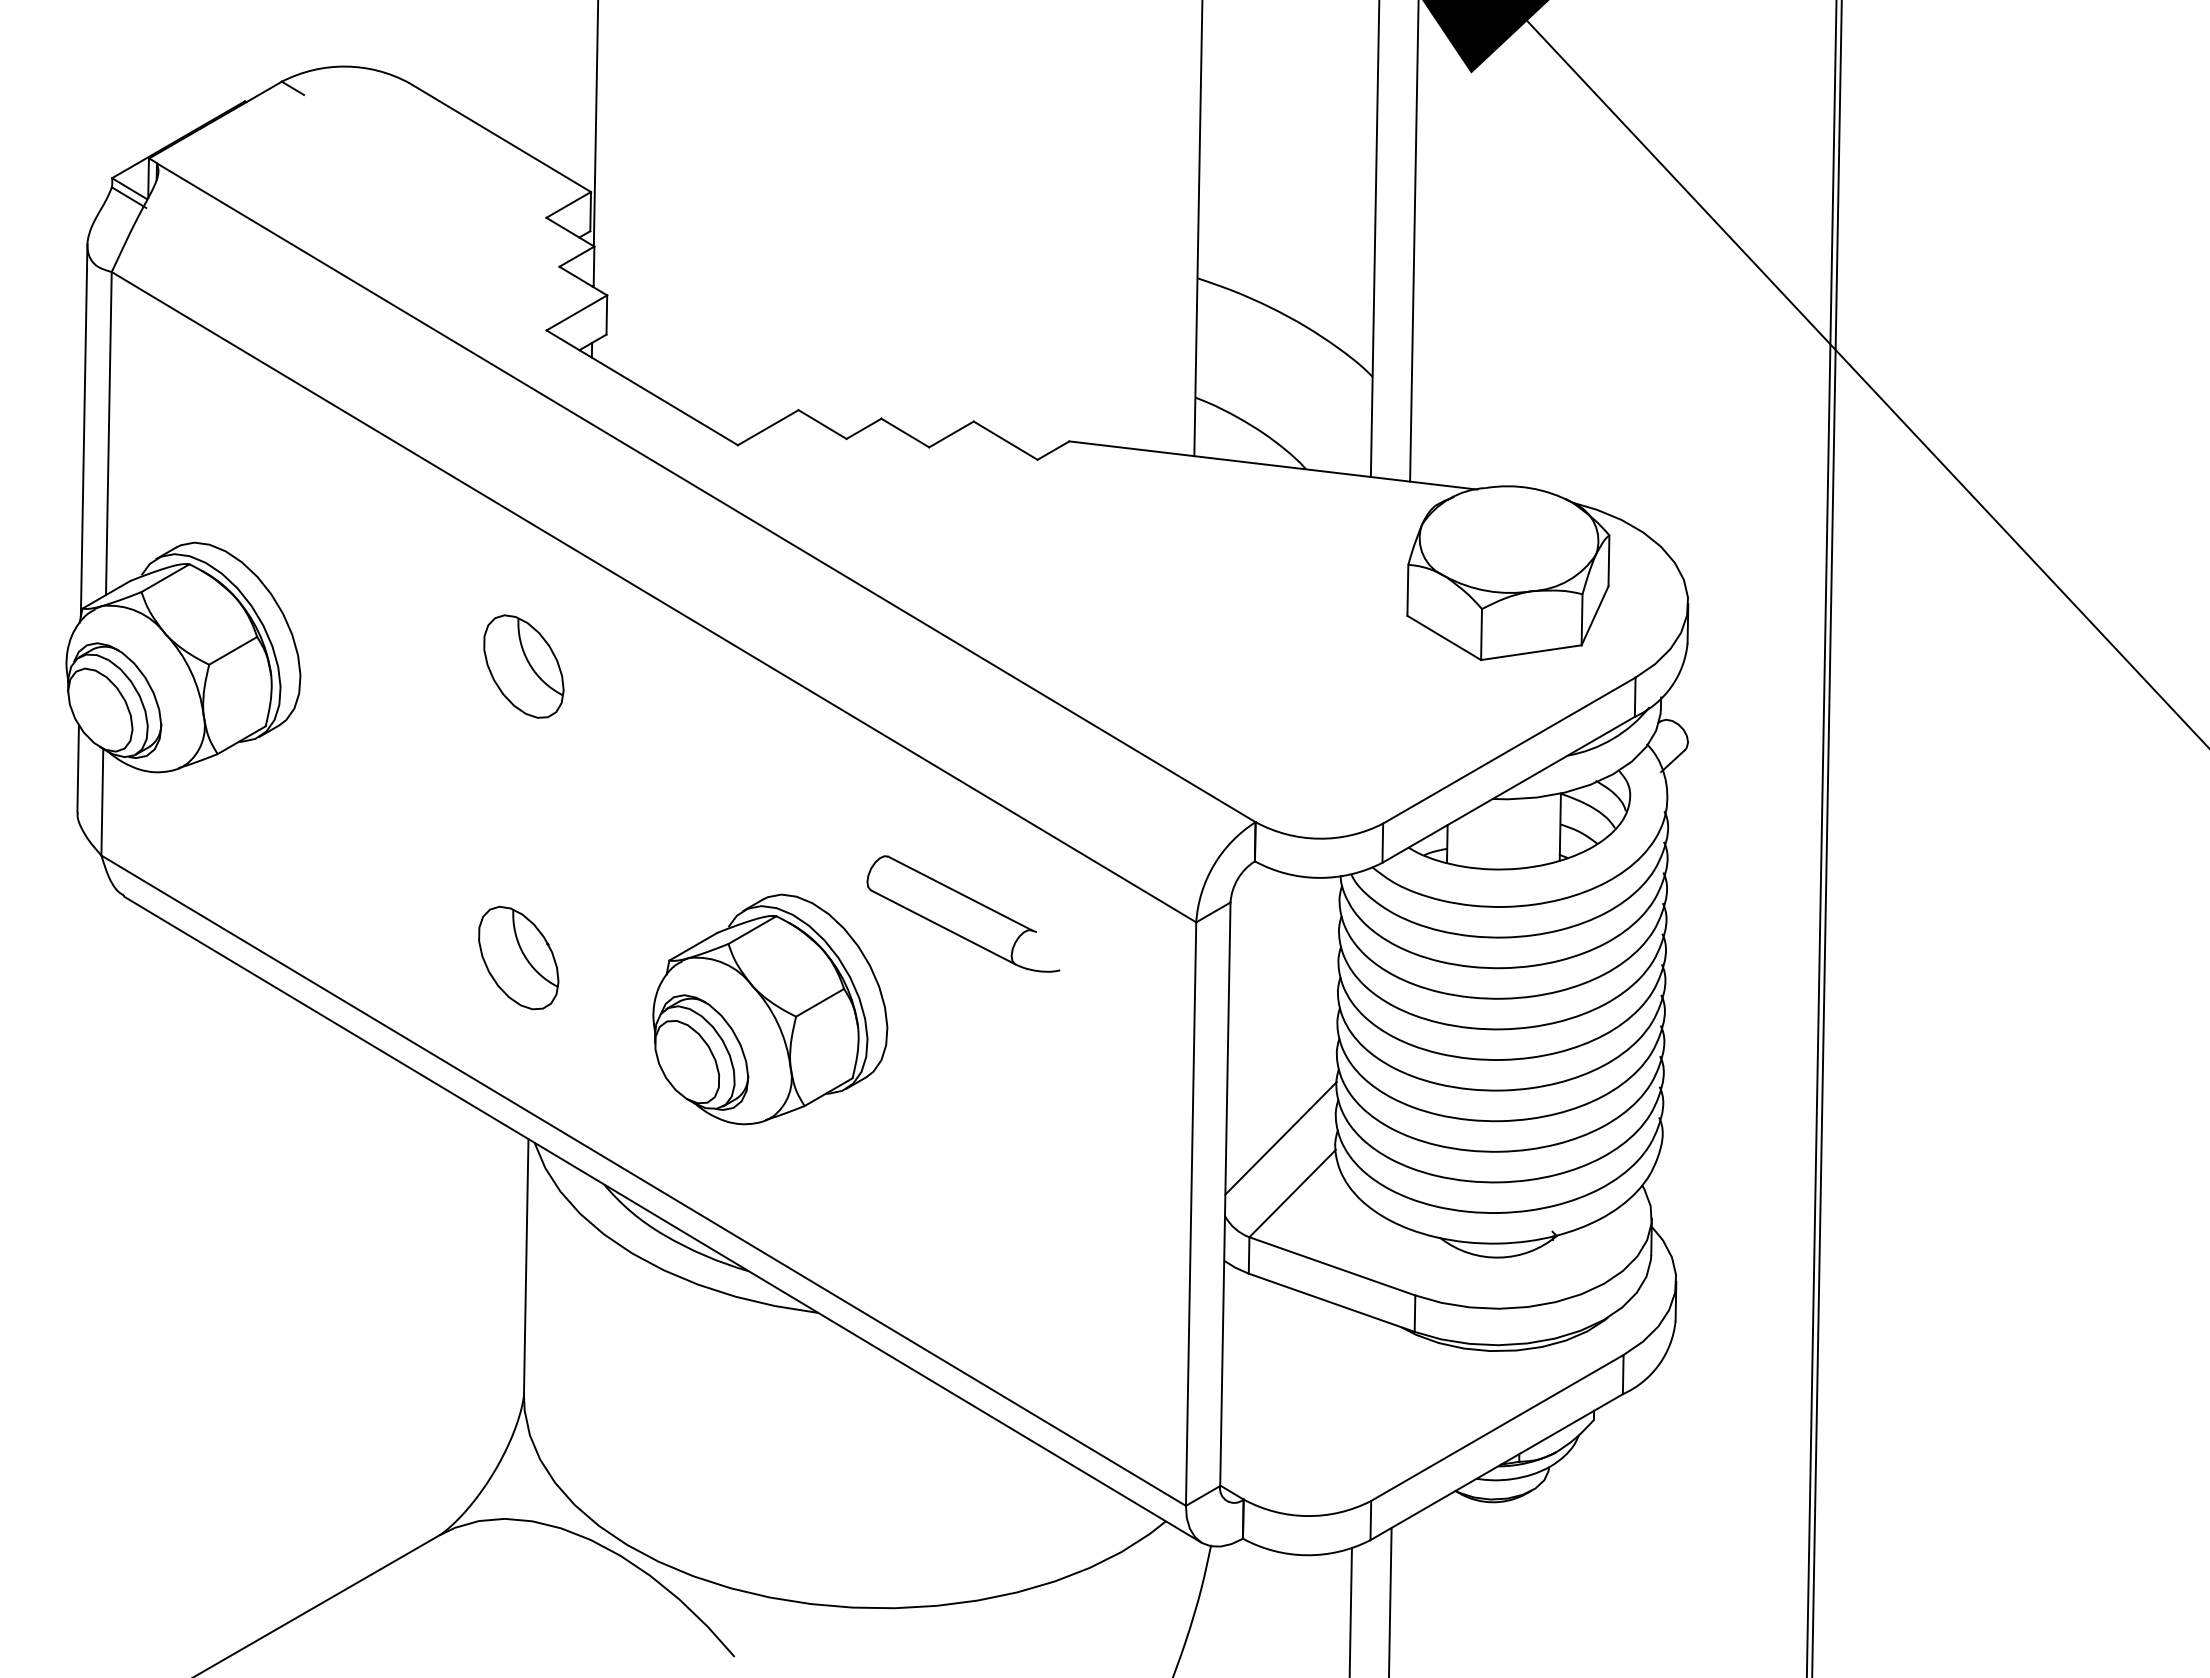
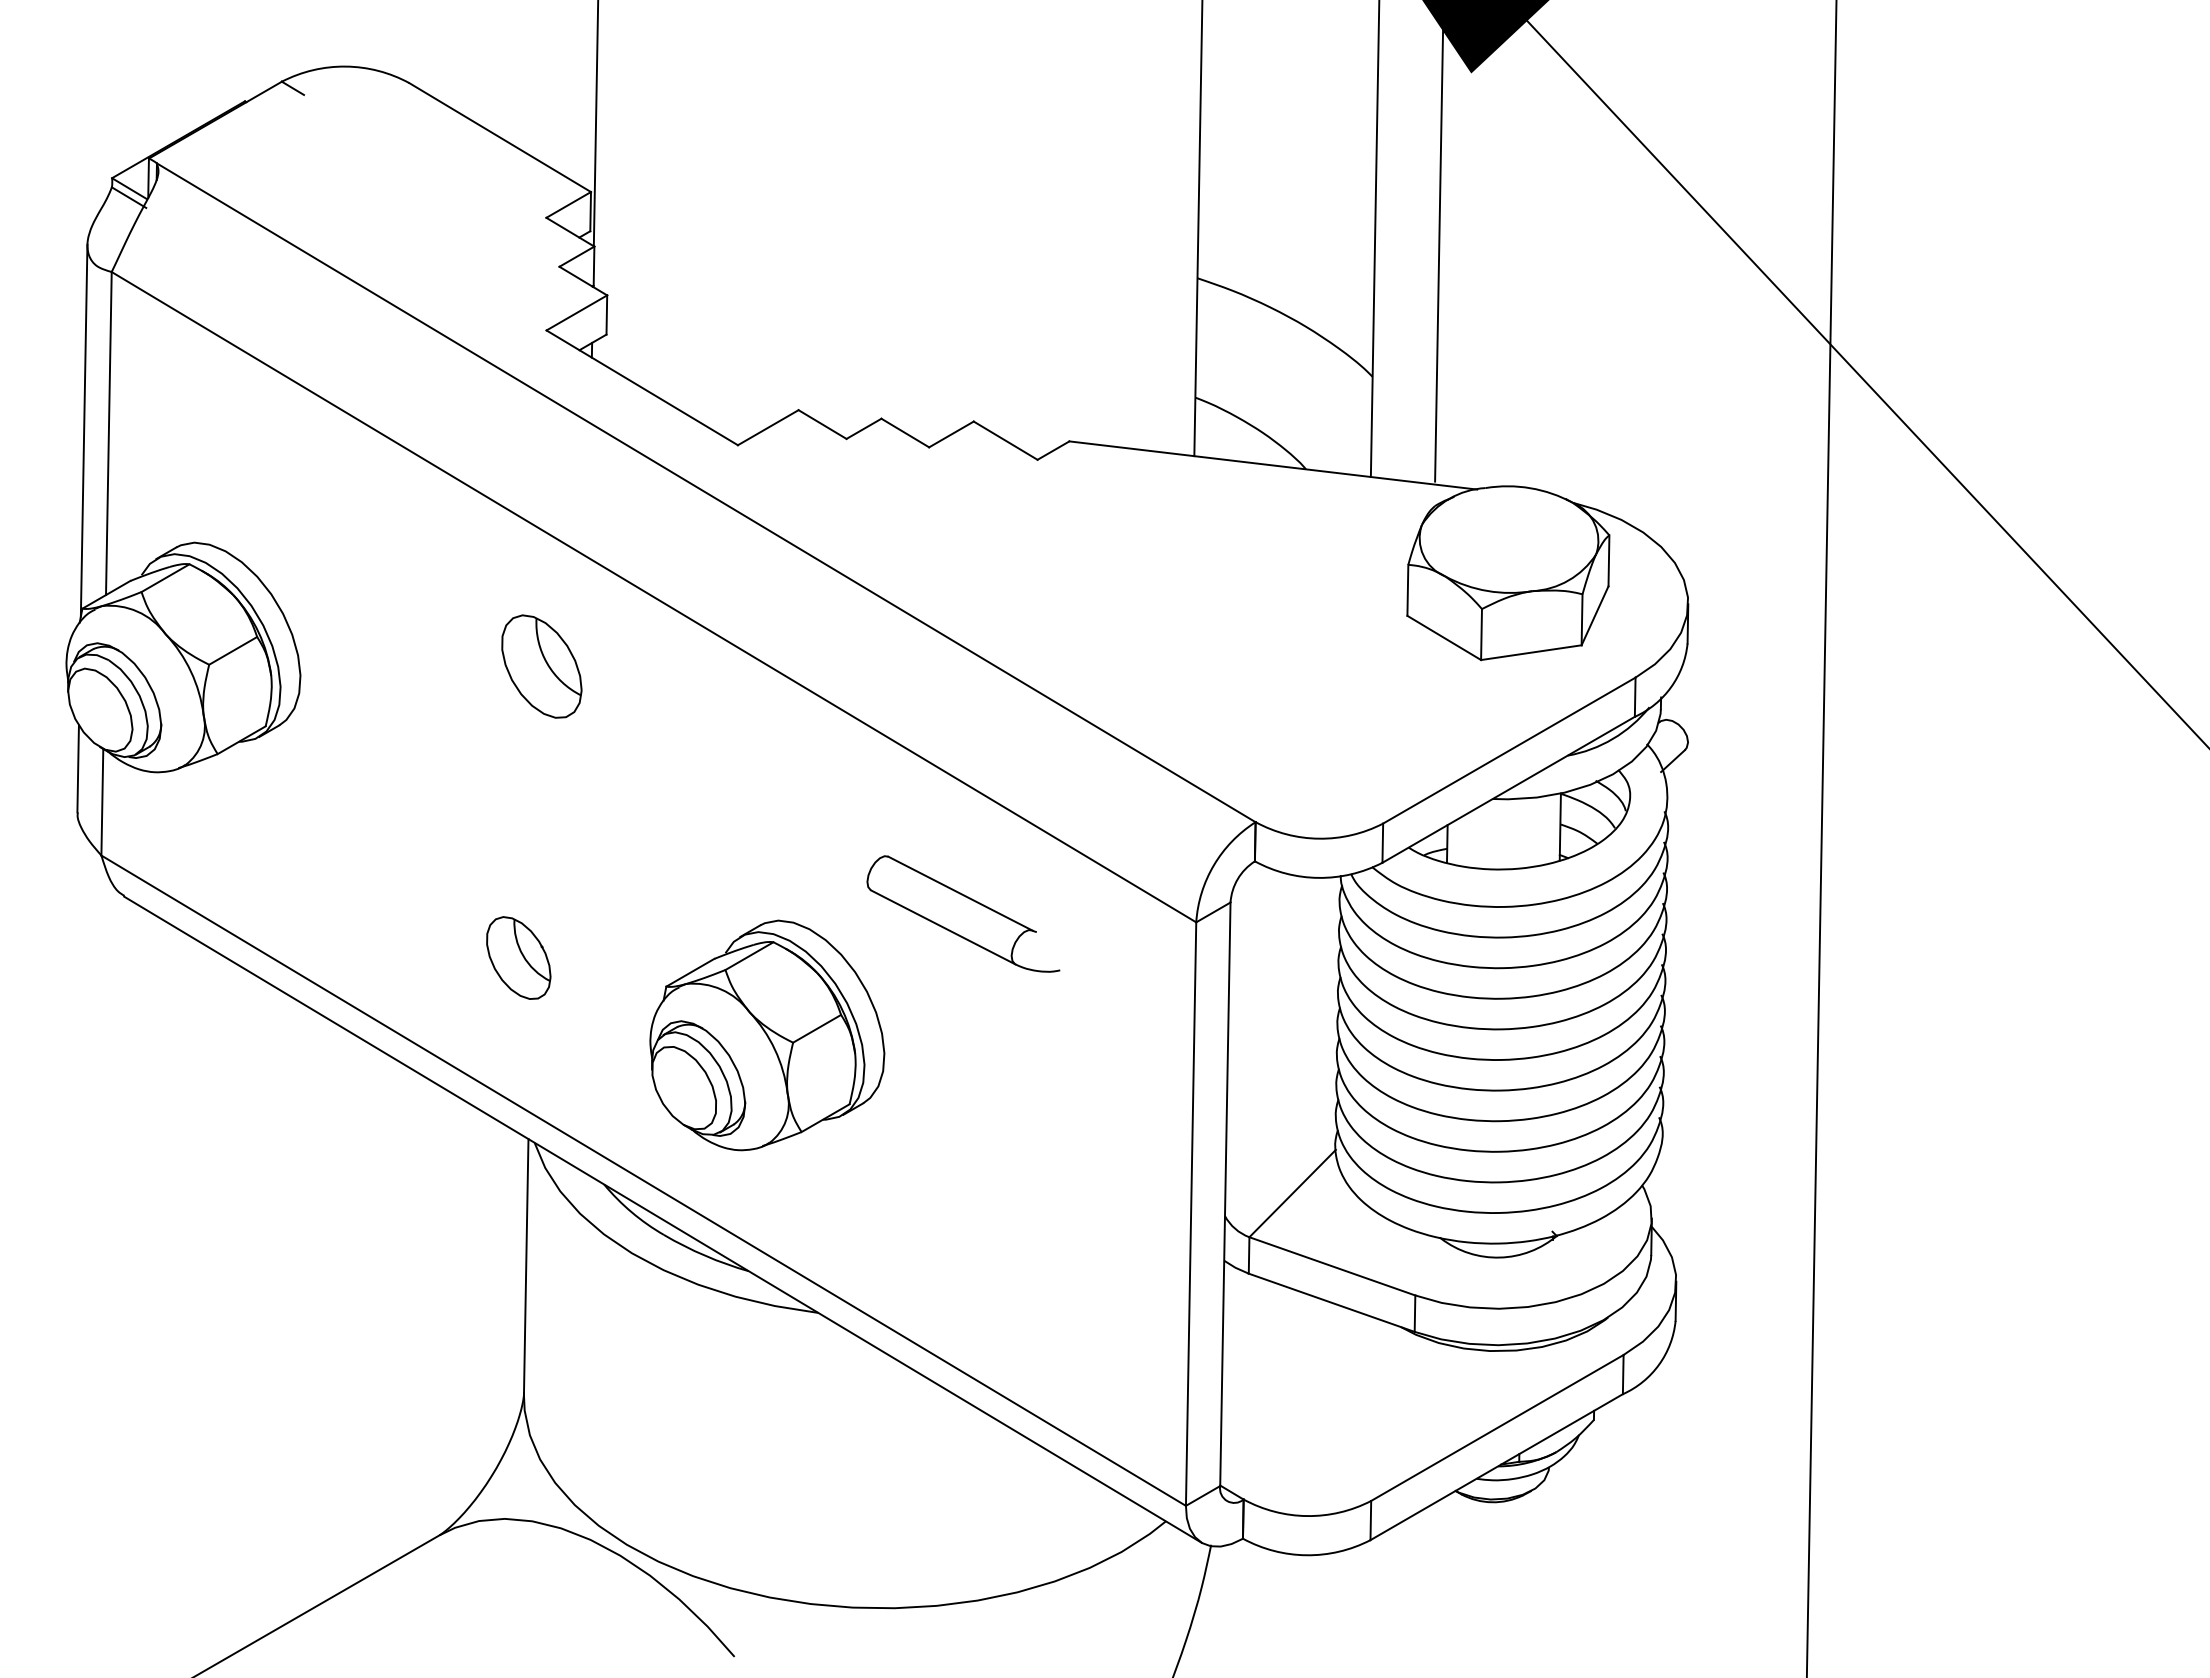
line at (1414, 241) position: (1414, 241) -> (1439, 241)
part at (523, 666) position: (523, 666) -> (541, 666)
line at (1826, 838): present -> none
part at (518, 957) size: 82x106 px -> 66x84 px
part at (770, 1009) position: (770, 1009) -> (767, 1035)
line at (1280, 1138): present -> none
line at (1390, 1600): present -> none
line at (1350, 1611): present -> none
